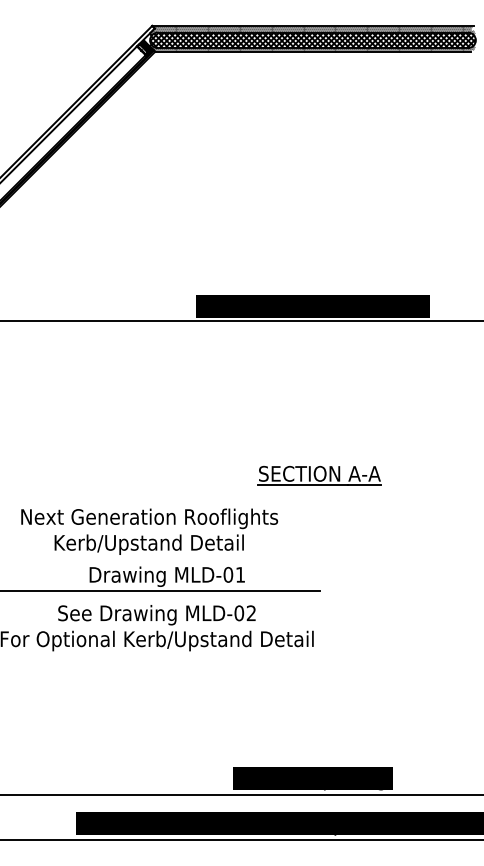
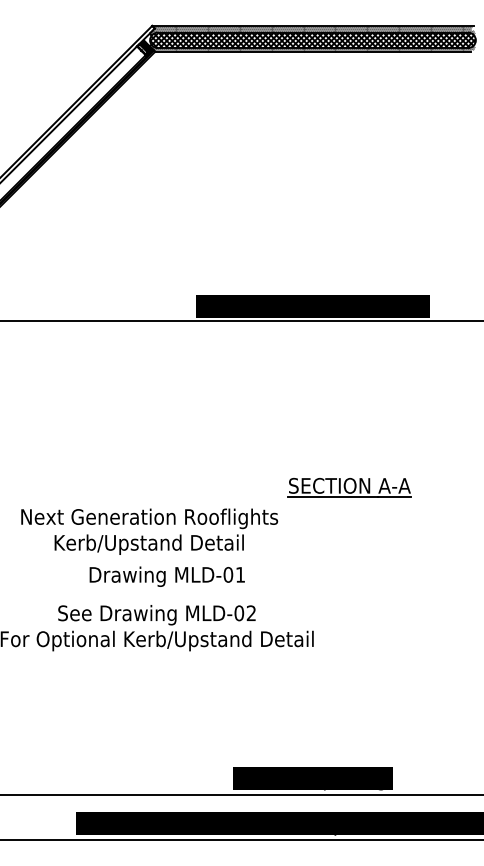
part at (319, 475) position: (319, 475) -> (349, 487)
line at (160, 590): present -> none
